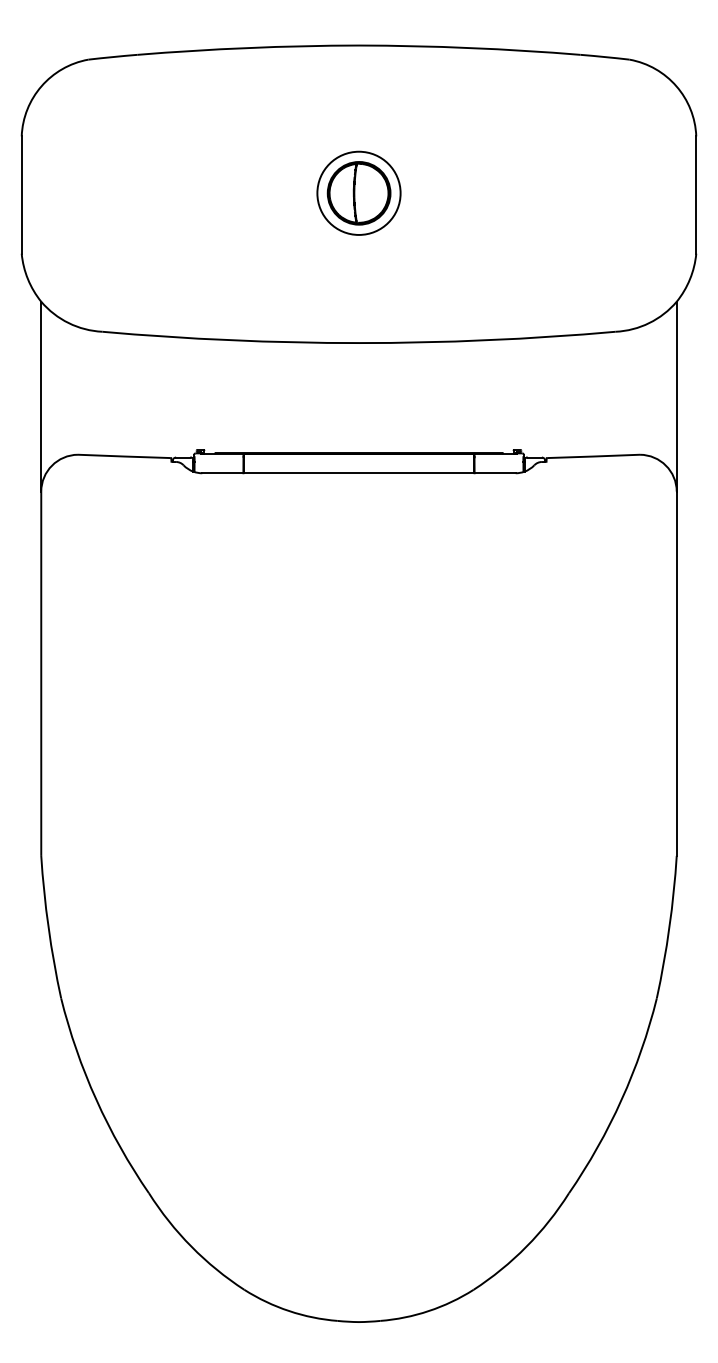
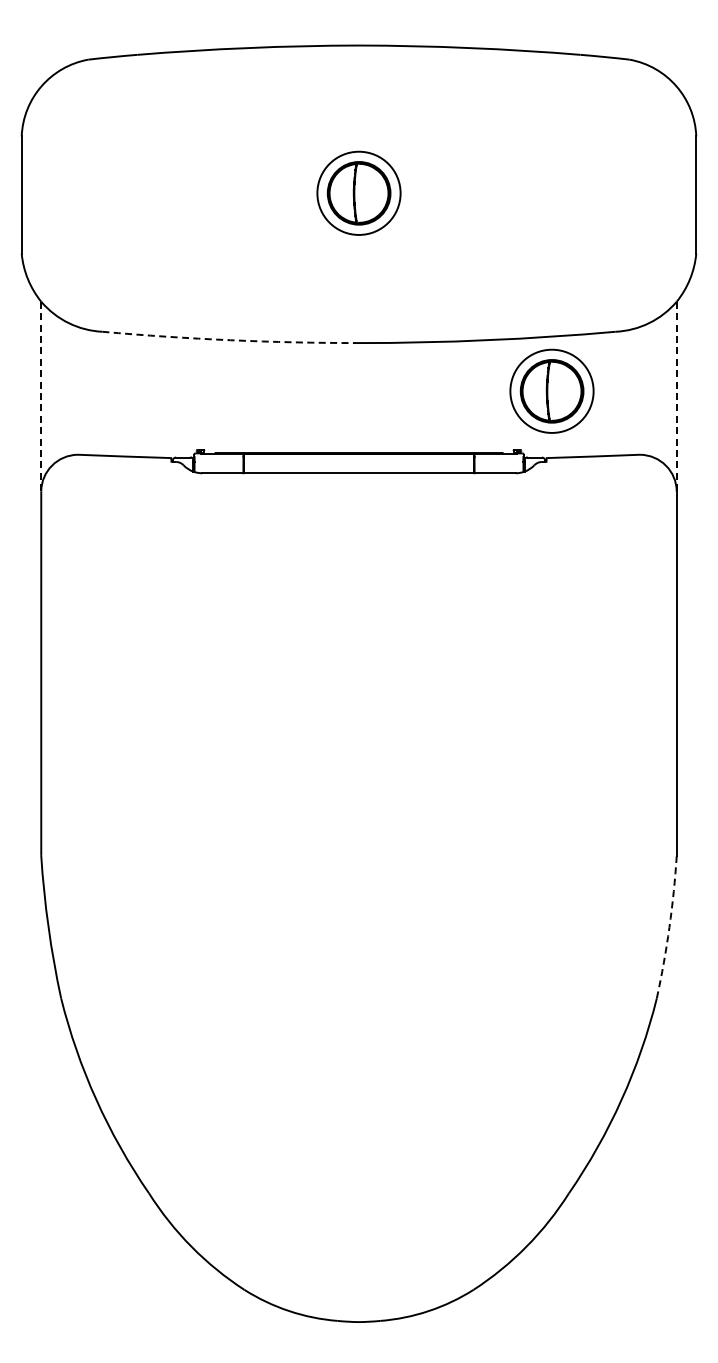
arc at (230, 340): solid -> dashed
part at (551, 390): none -> present
line at (41, 396): solid -> dashed
line at (676, 396): solid -> dashed
arc at (669, 927): solid -> dashed
